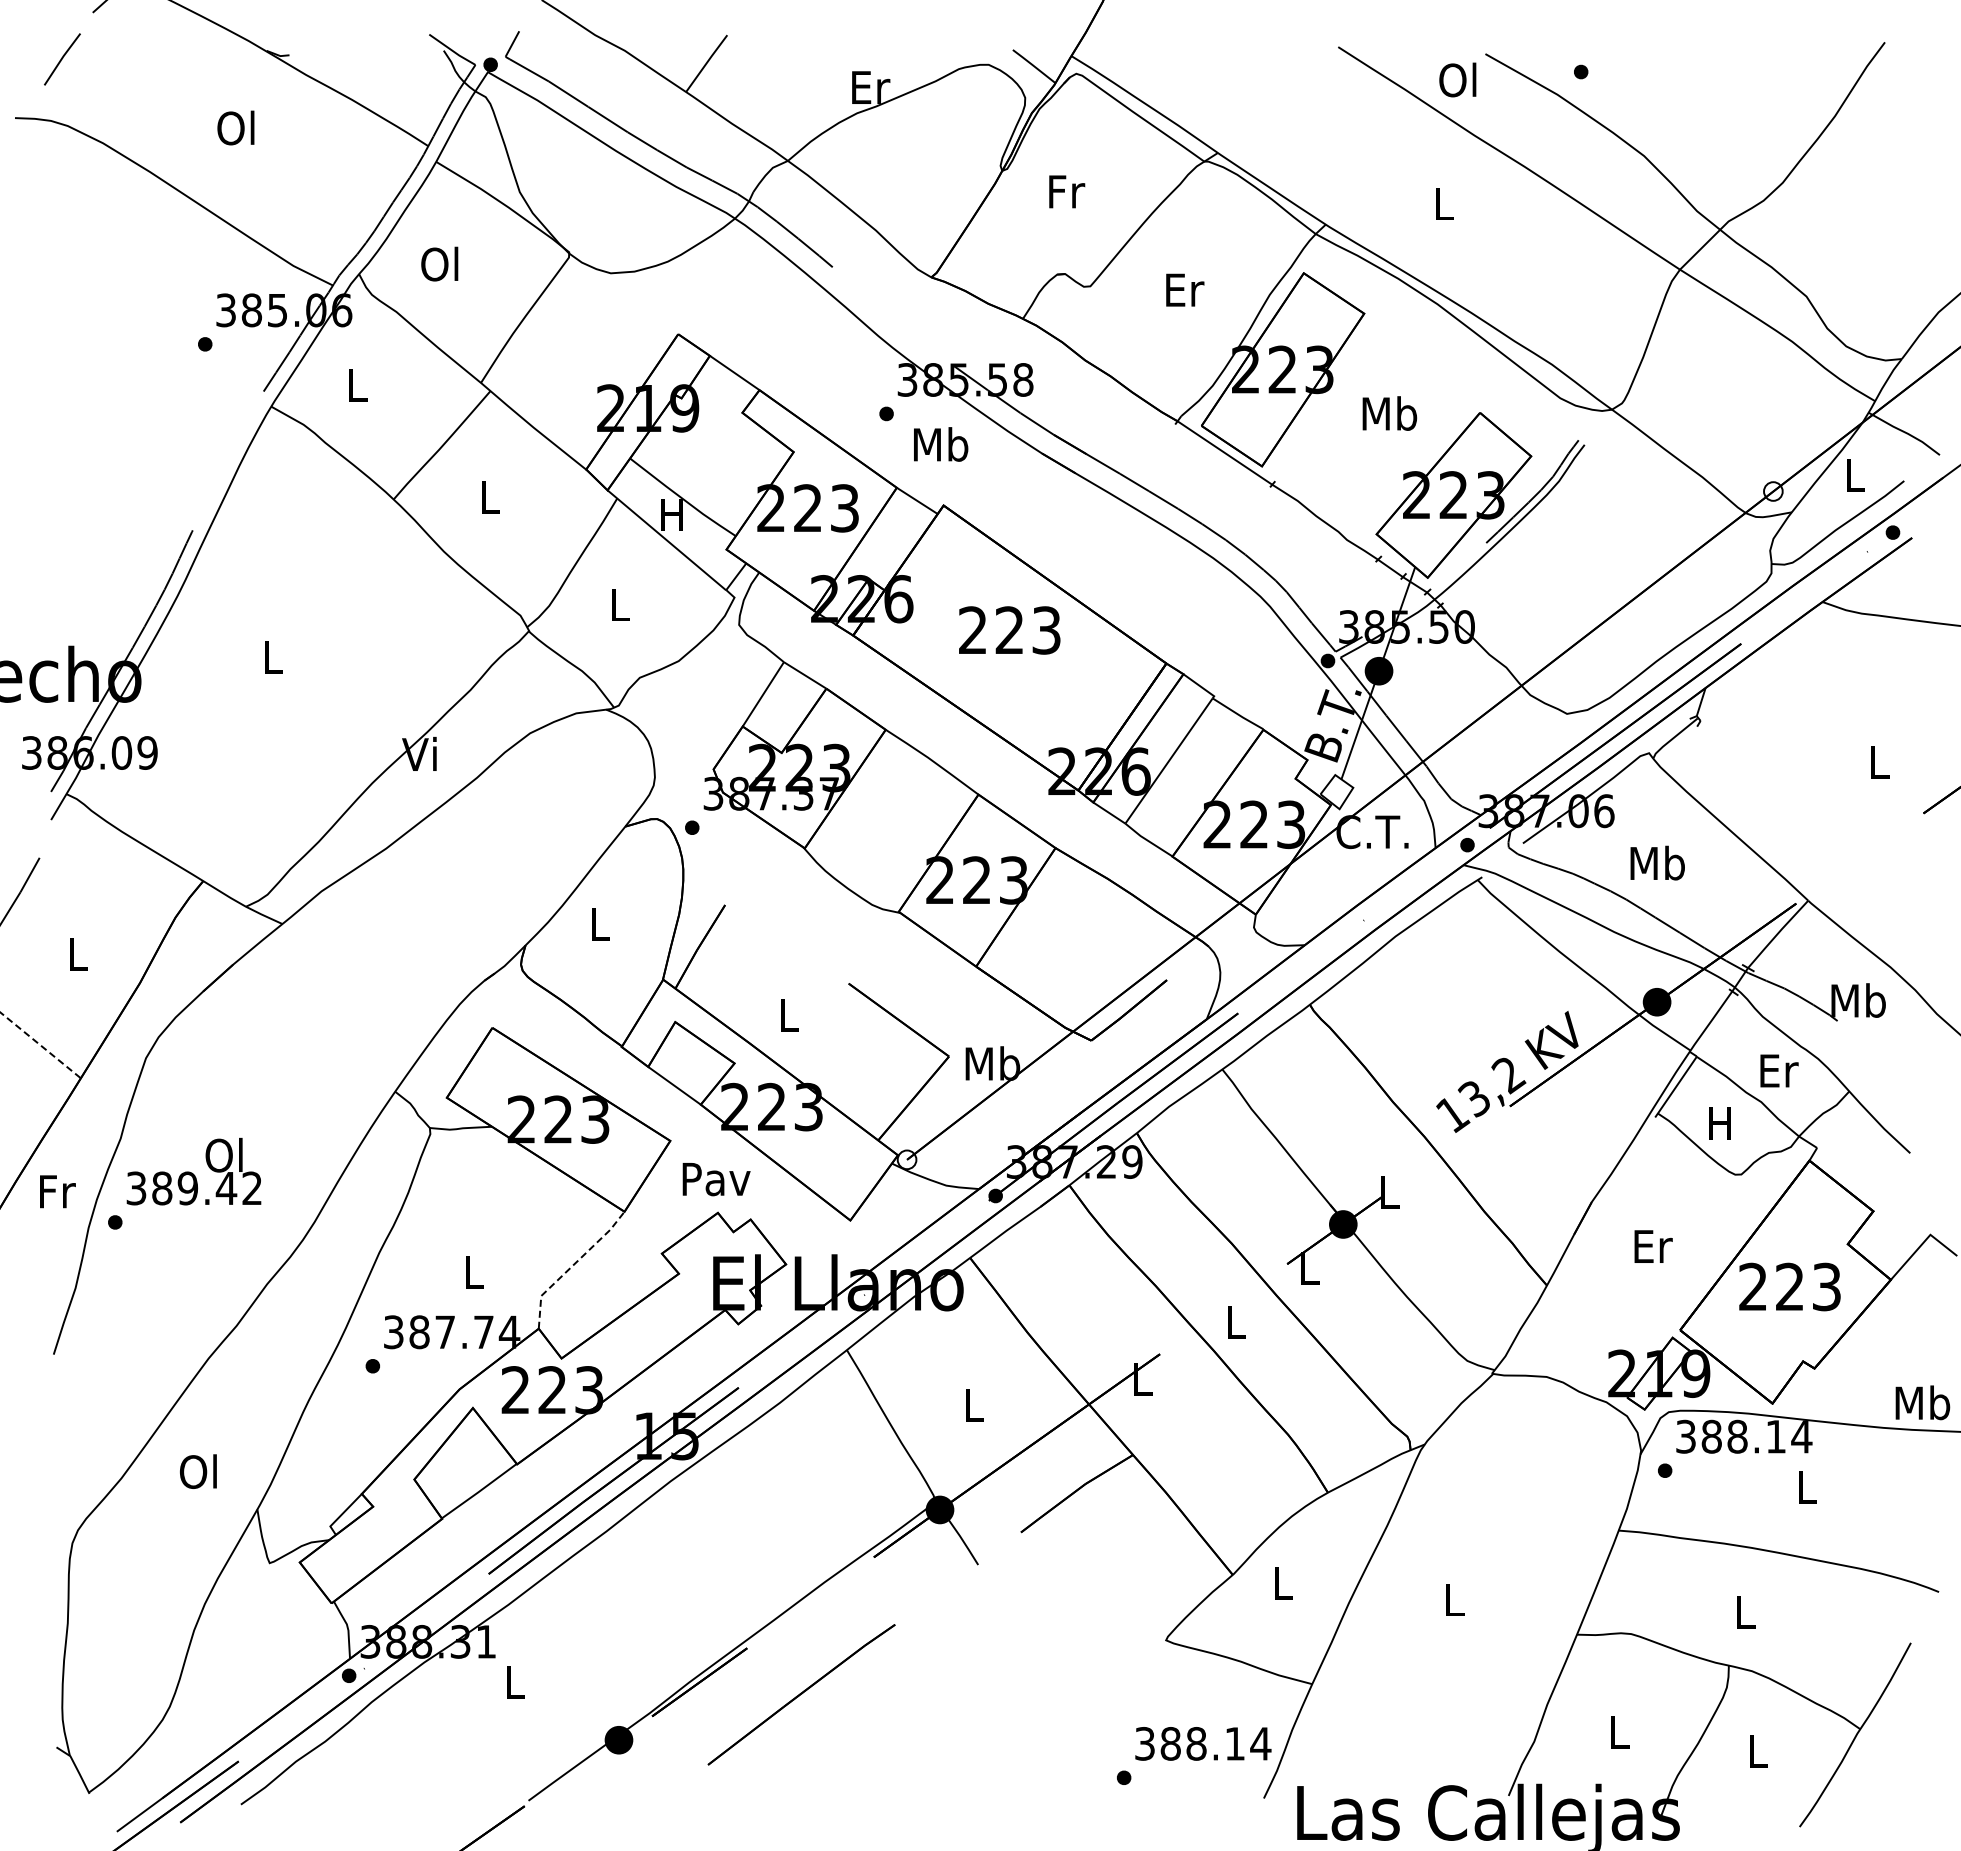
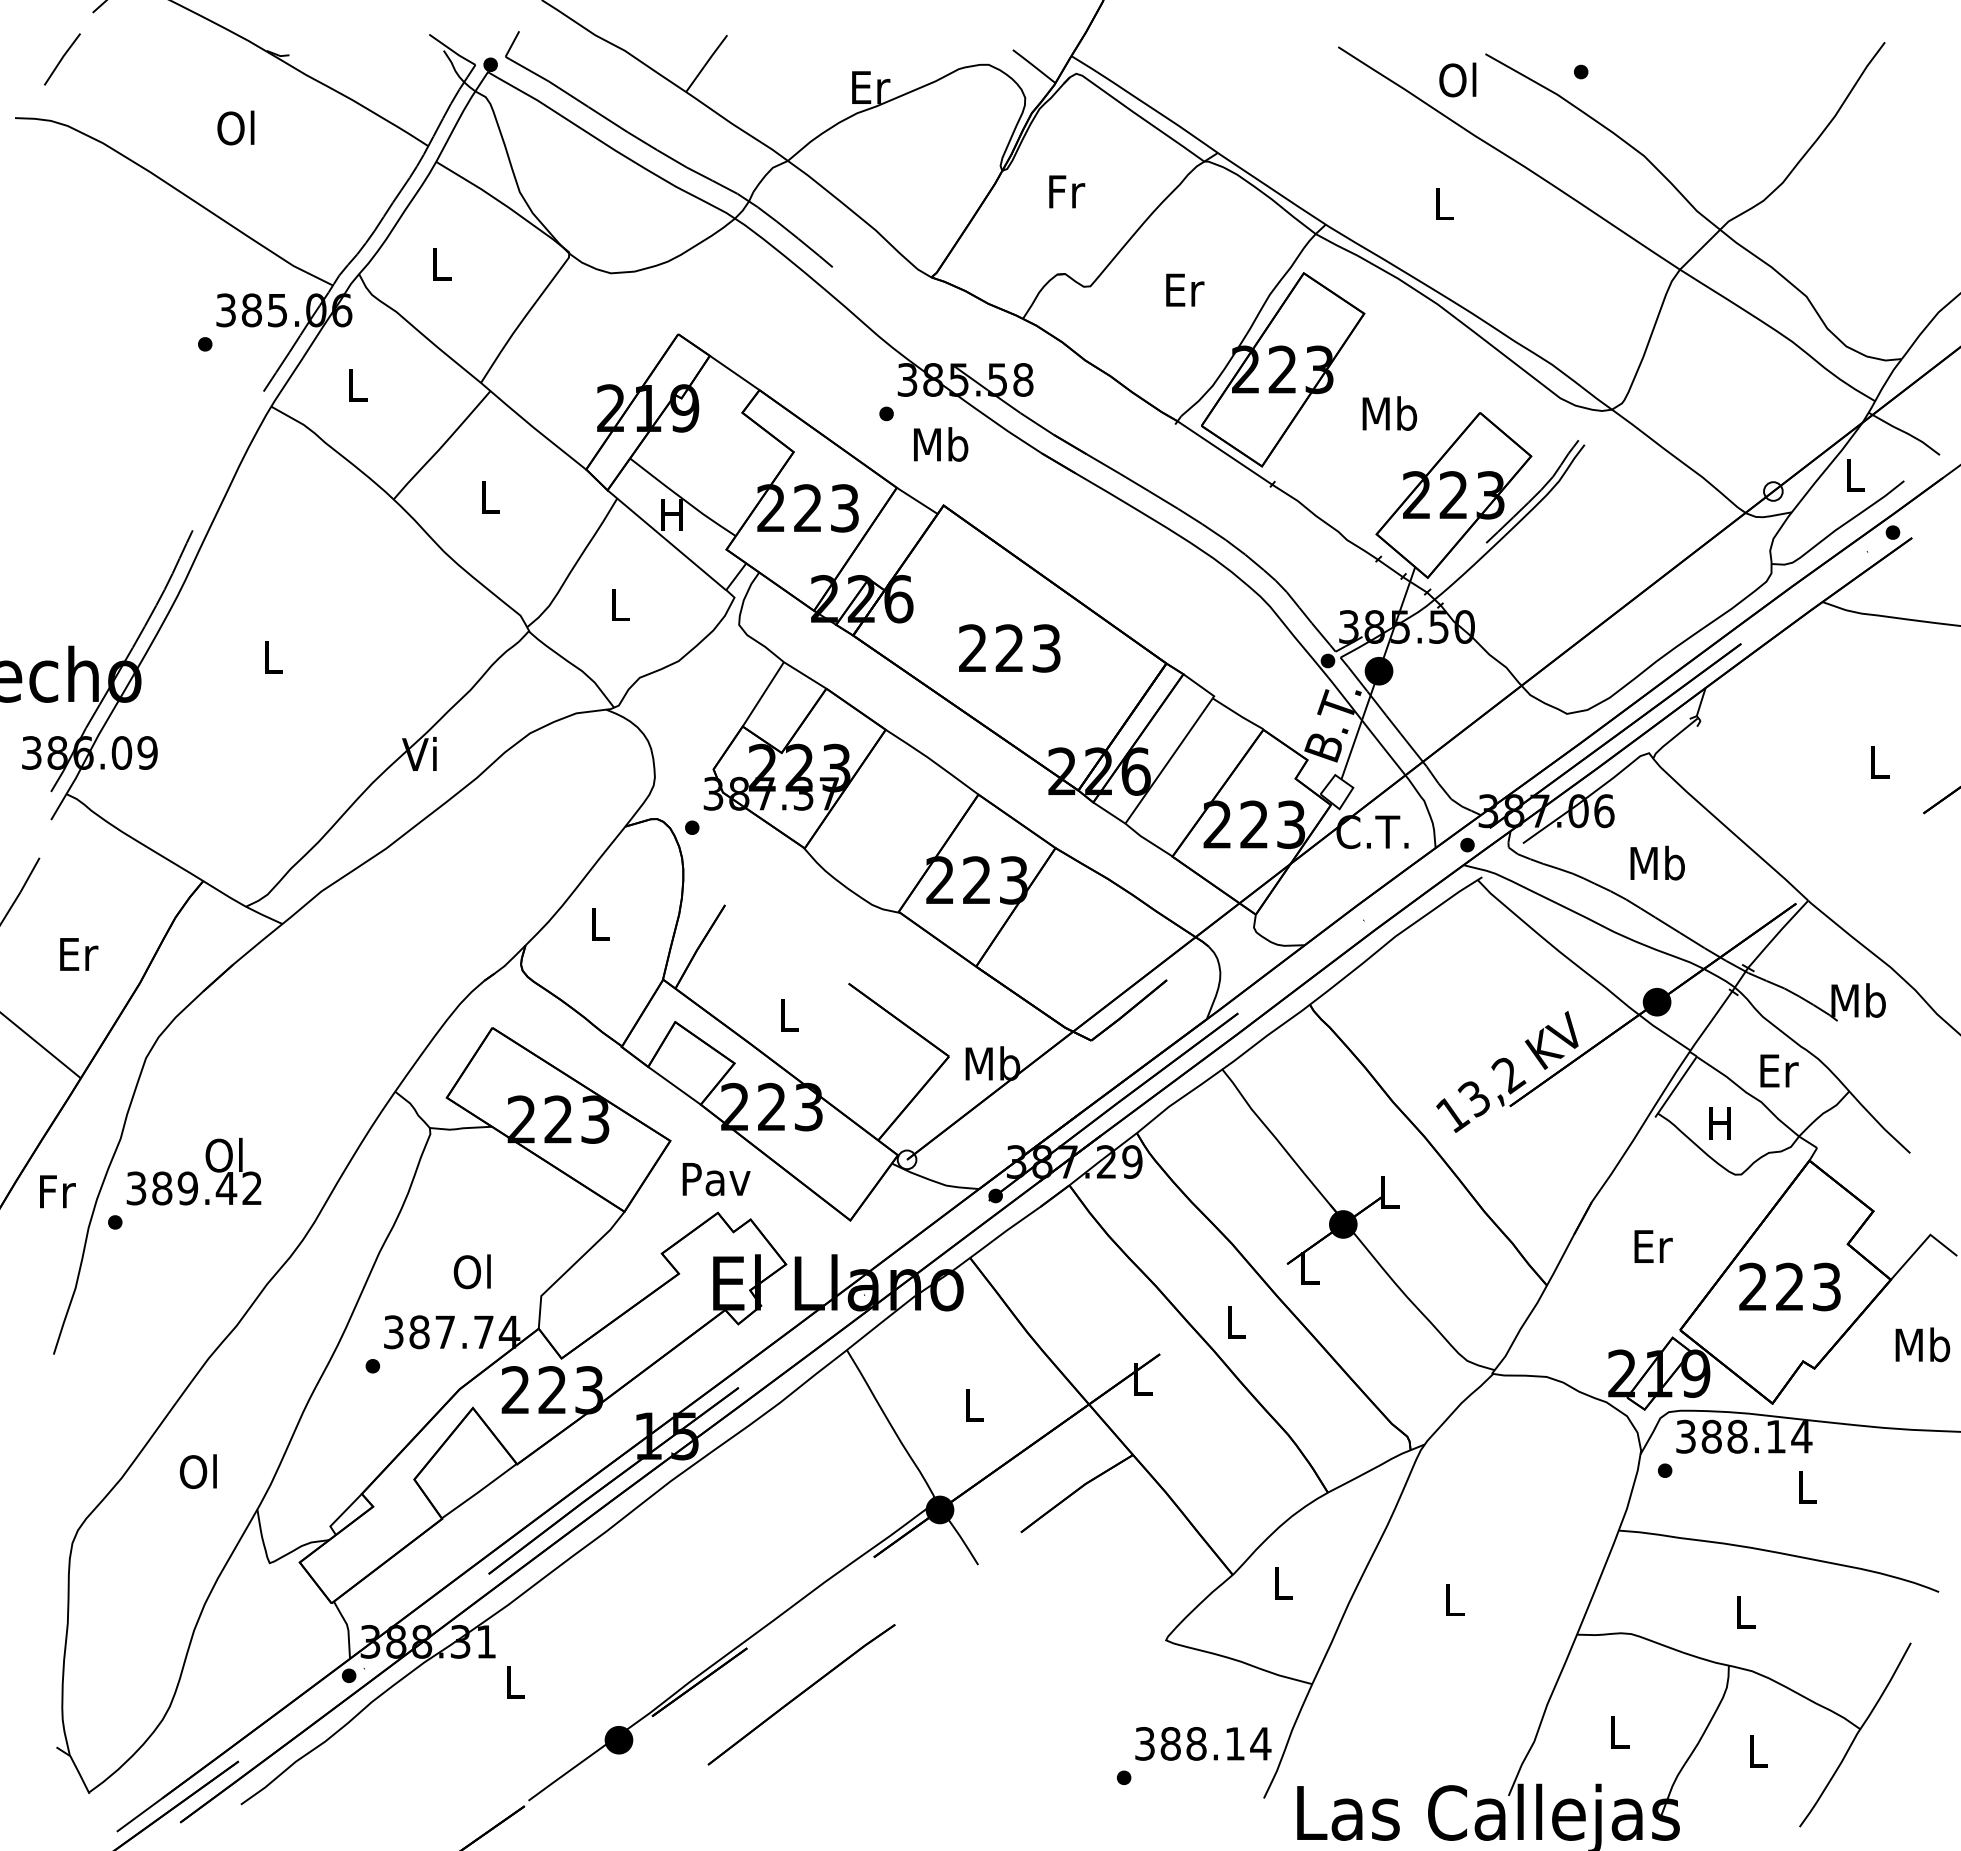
text at (439, 263): Ol -> L
text at (1009, 630) position: (1009, 630) -> (1009, 648)
text at (79, 954): L -> Er
line at (40, 1045): dashed -> solid
line at (572, 1266): dashed -> solid
text at (471, 1271): L -> Ol
text at (1922, 1402) position: (1922, 1402) -> (1922, 1344)
